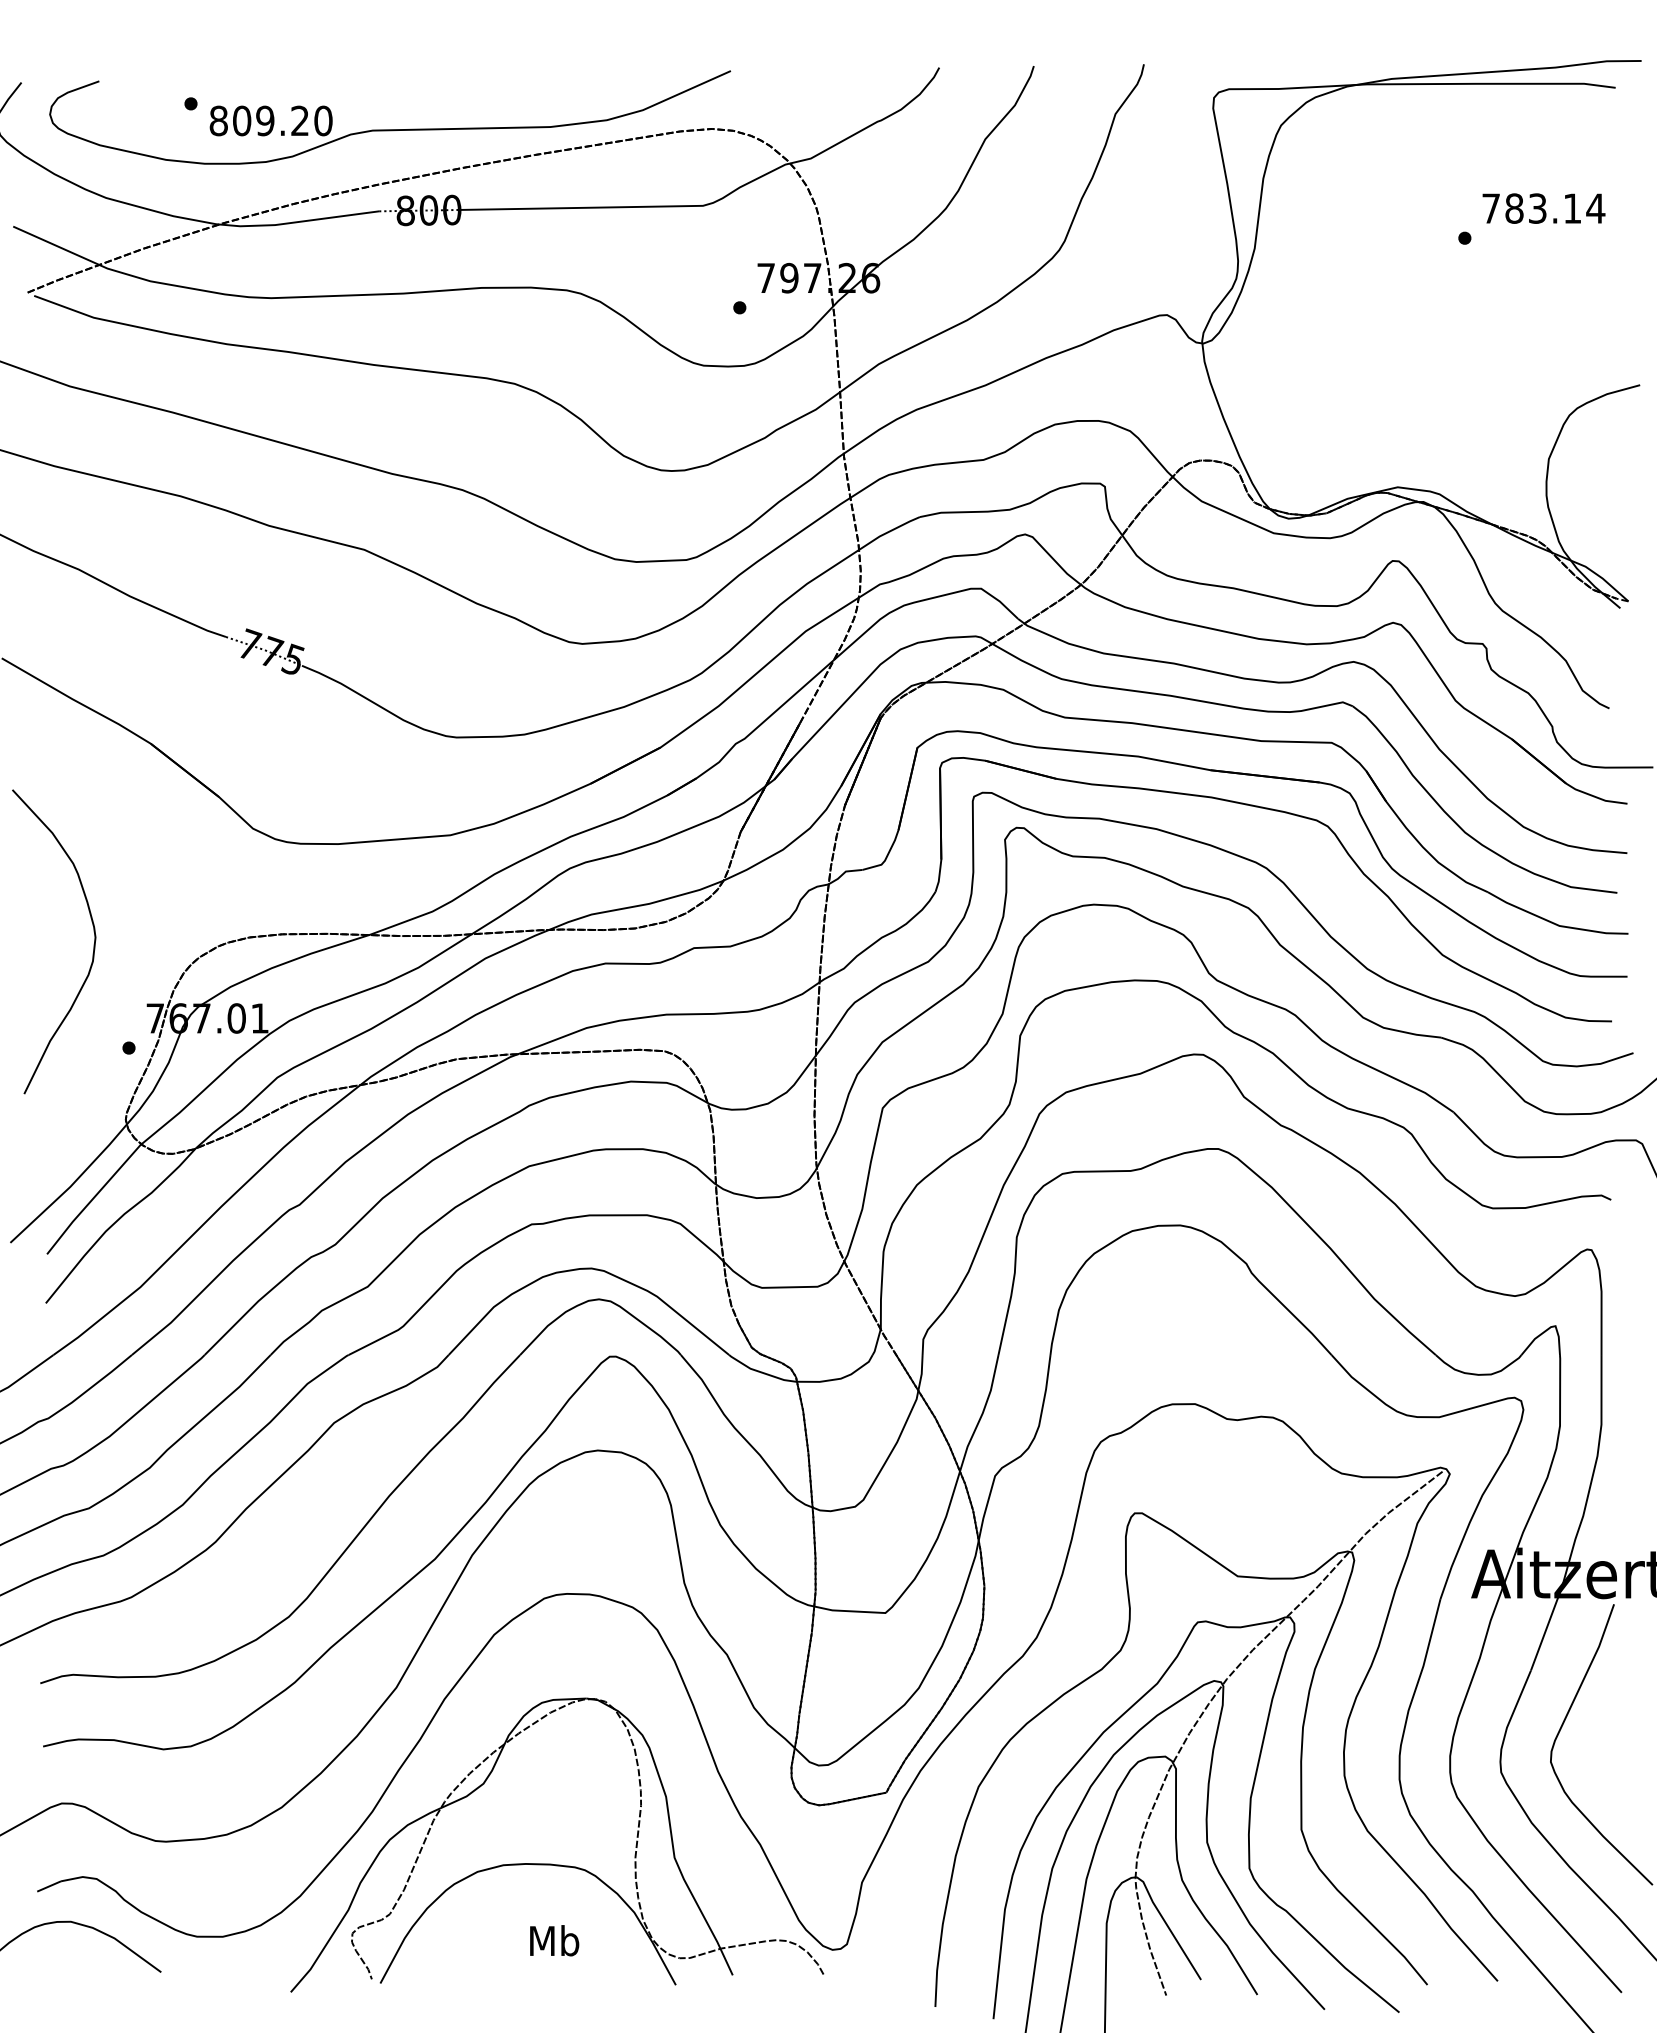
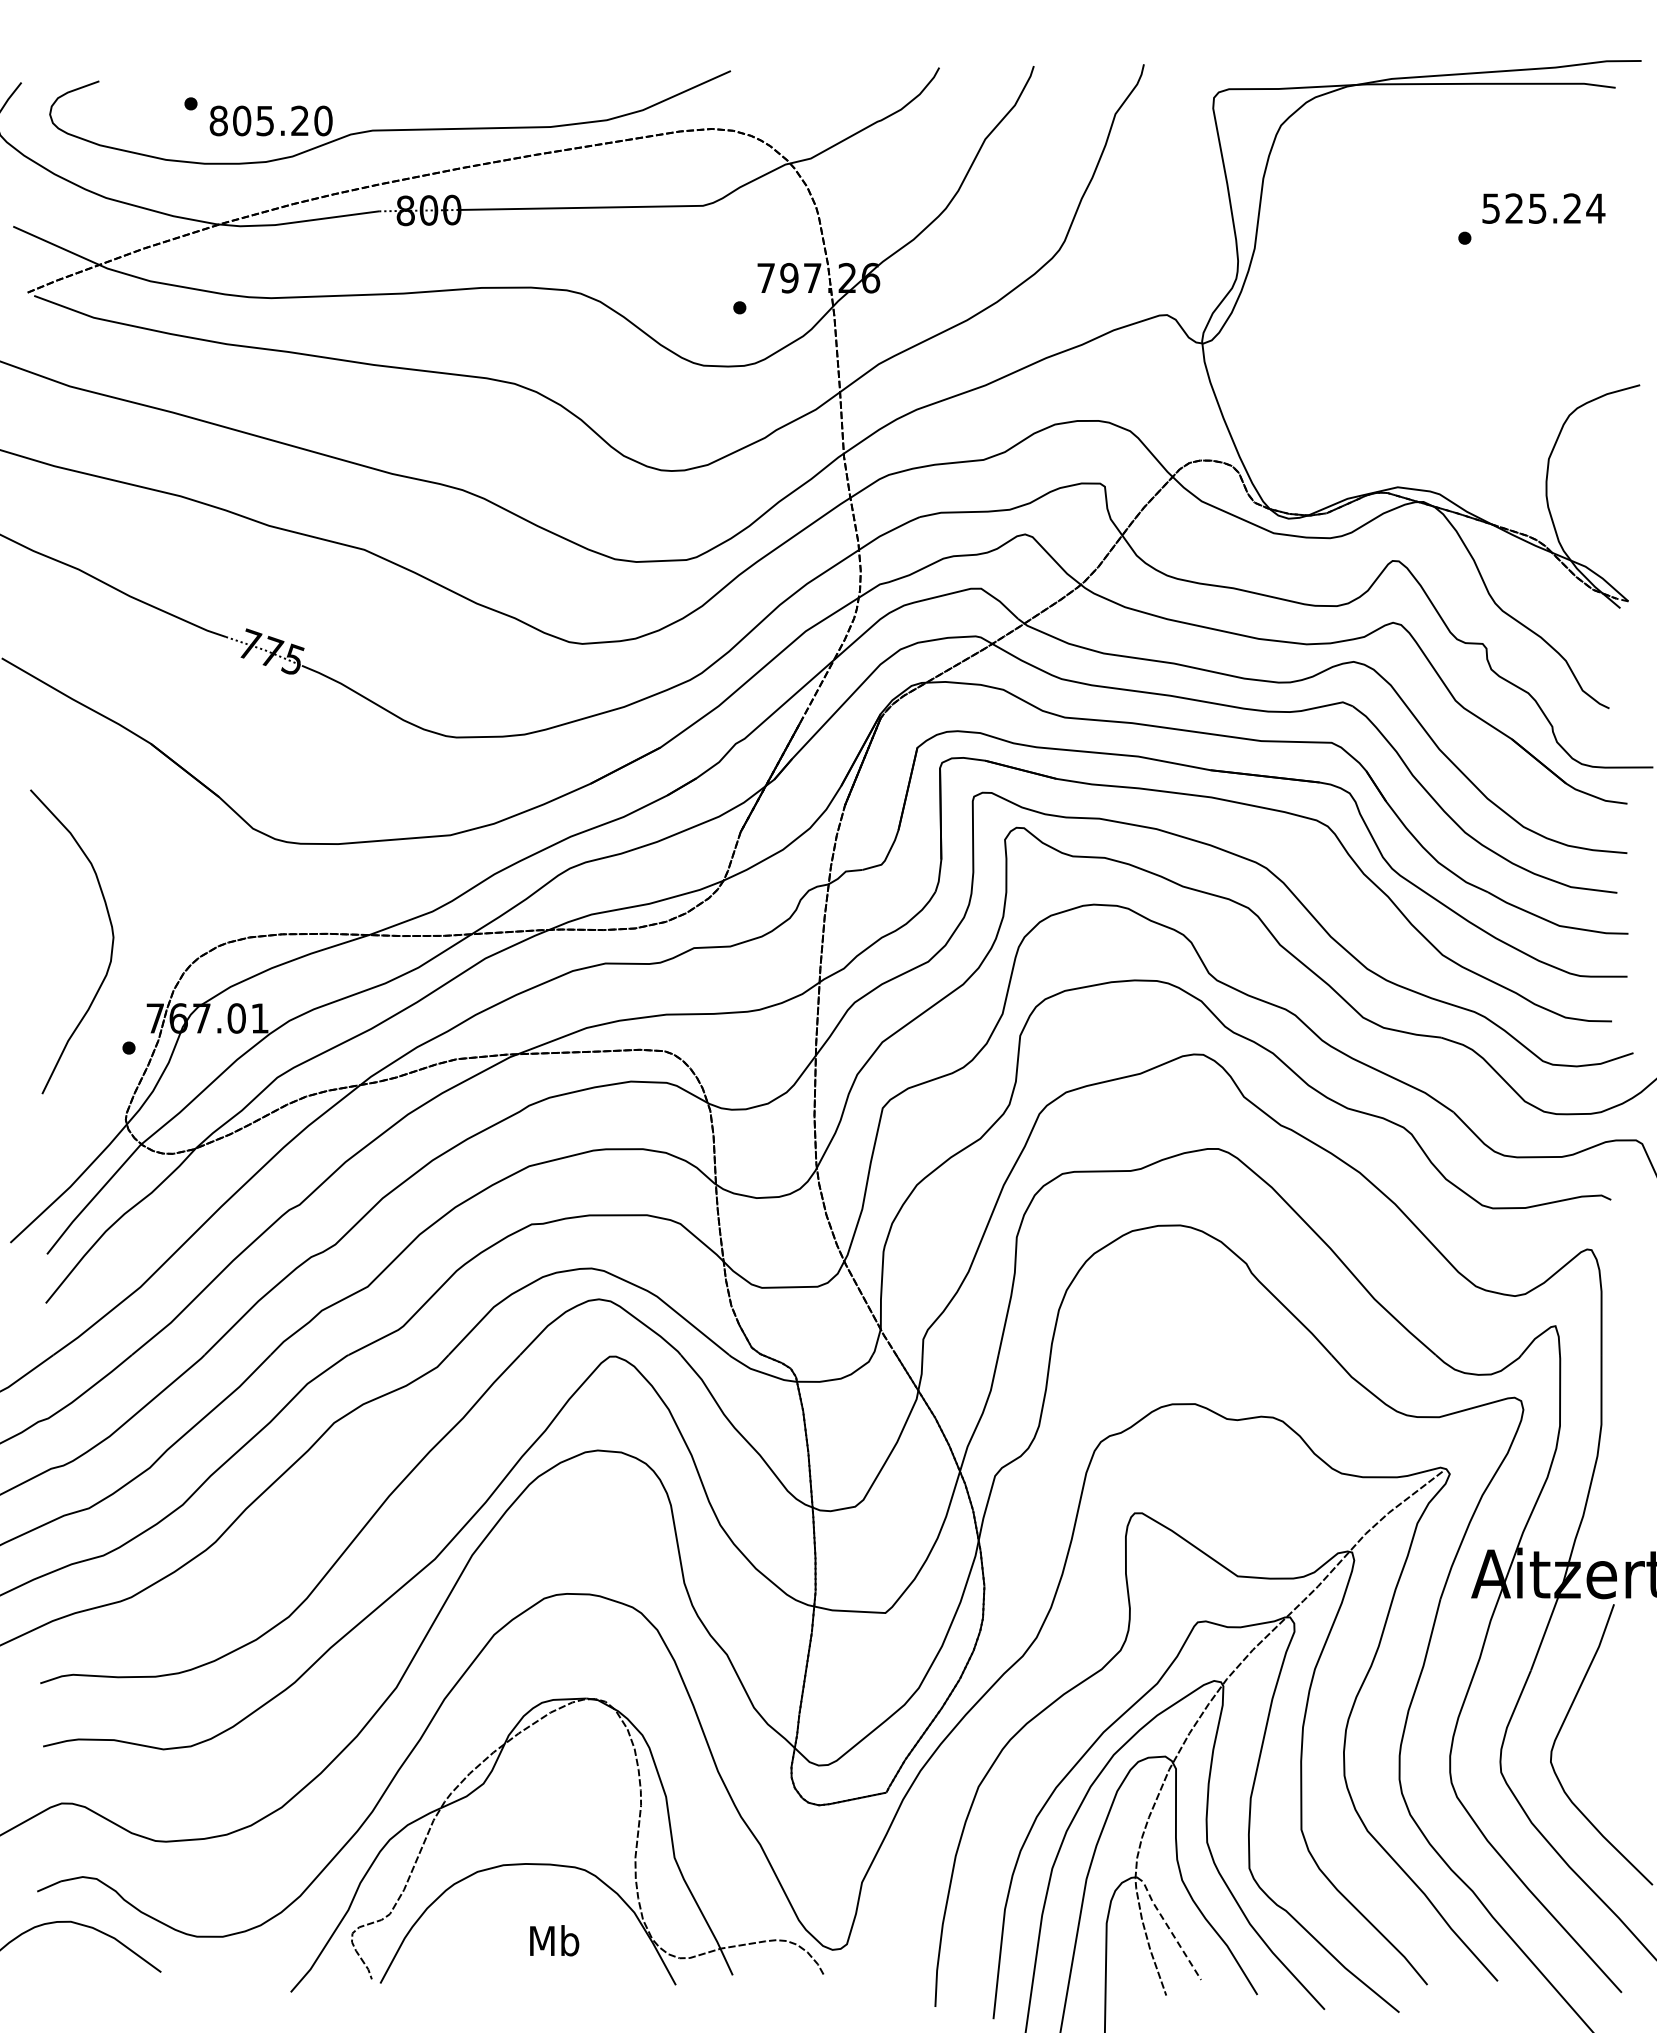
text at (265, 120): 809.20 -> 805.20
text at (1531, 208): 783.14 -> 525.24
curve at (93, 944) position: (93, 944) -> (111, 944)
line at (1168, 1926): solid -> dashed
